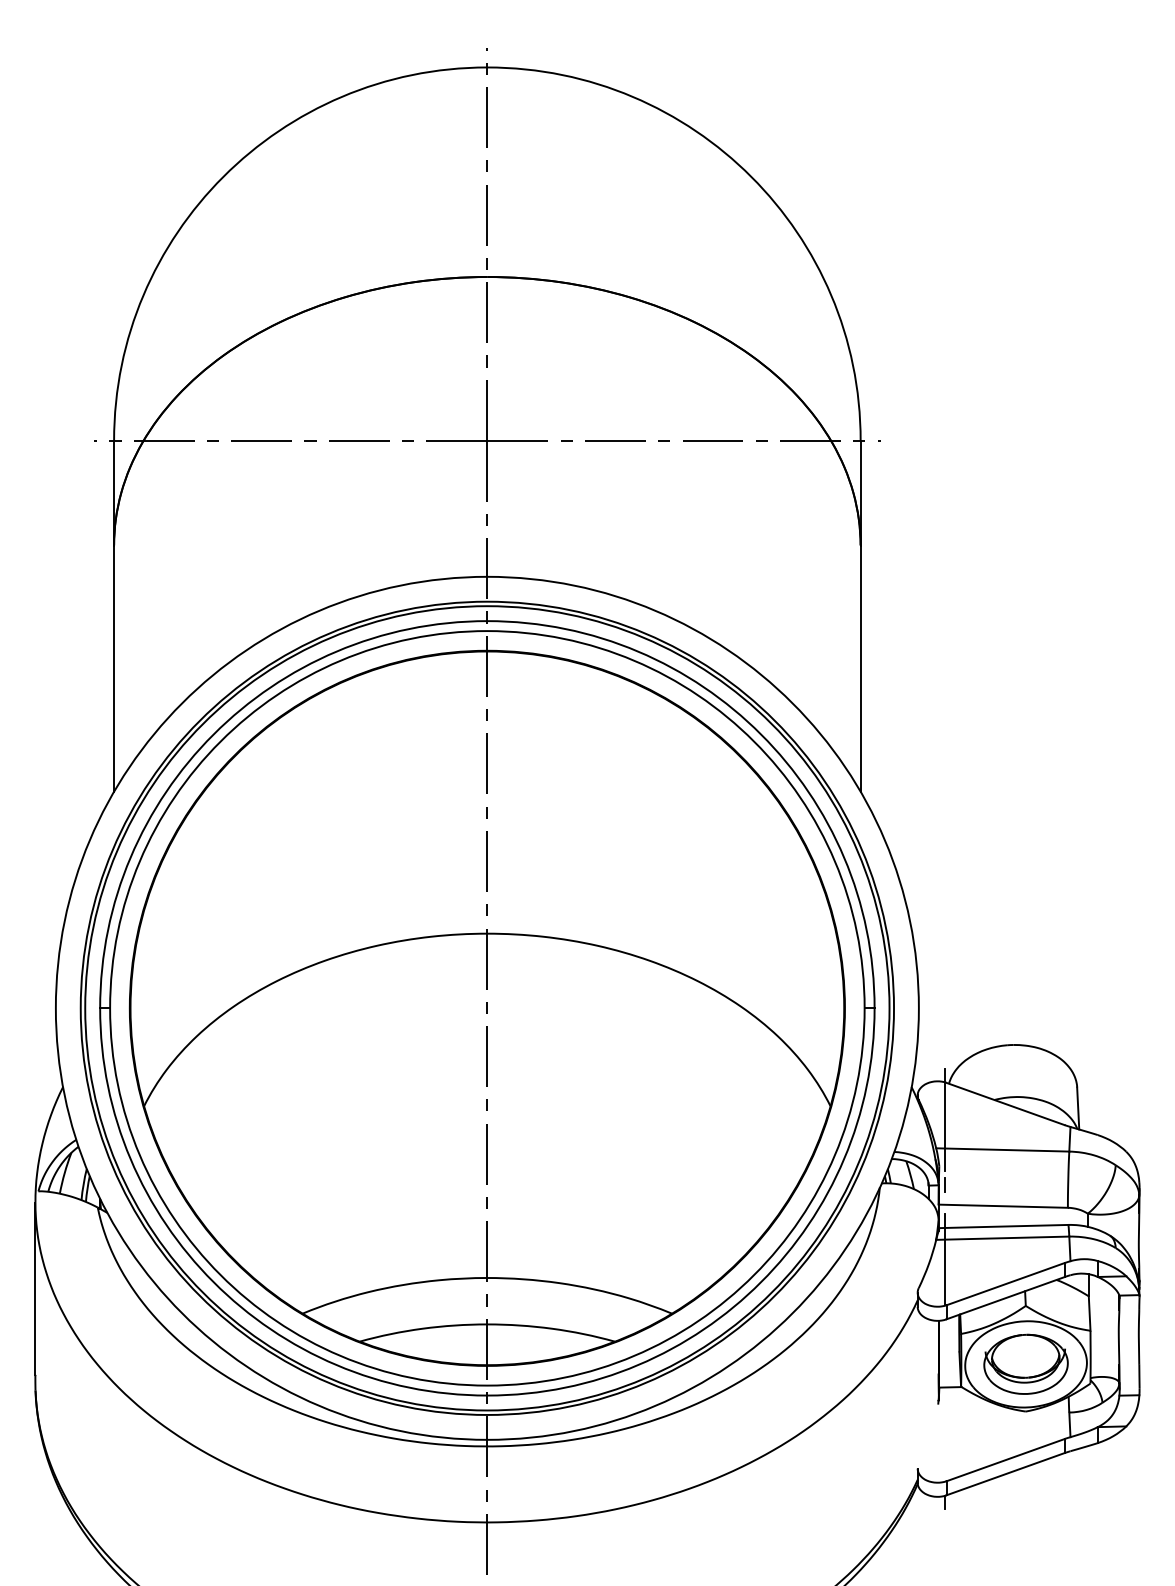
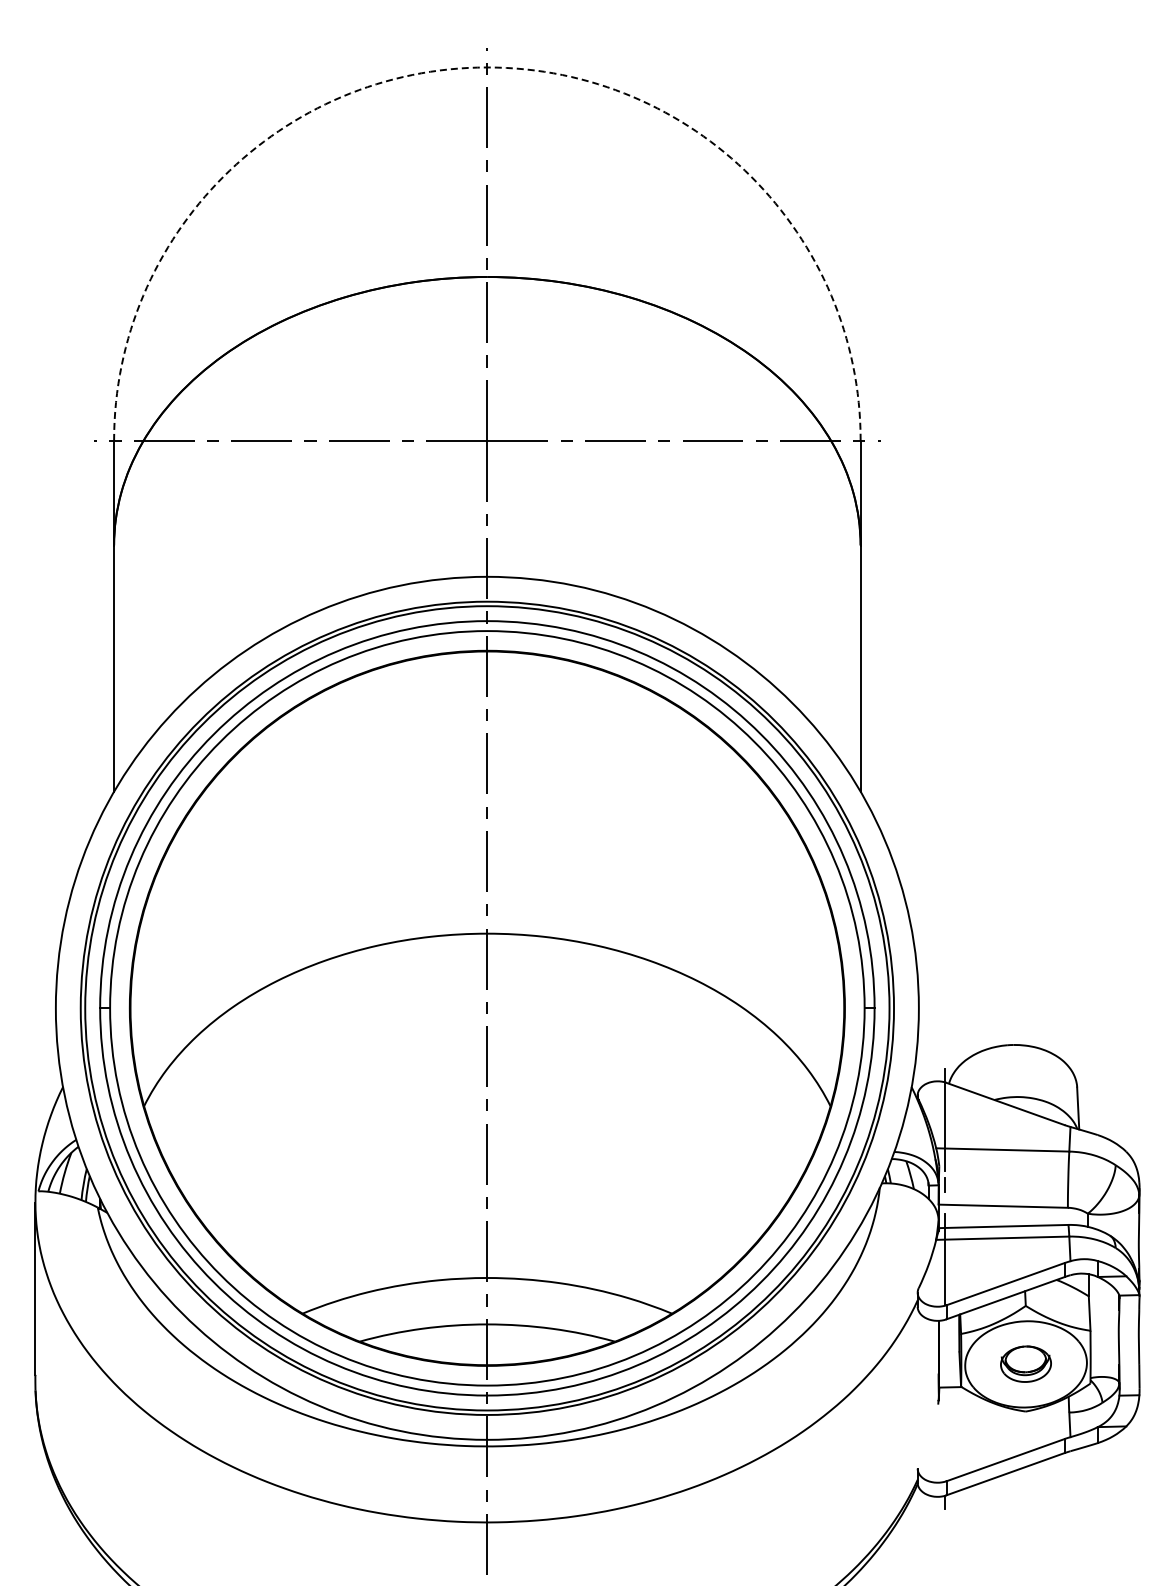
arc at (487, 67): solid -> dashed
part at (1025, 1363) size: 86x62 px -> 52x38 px
